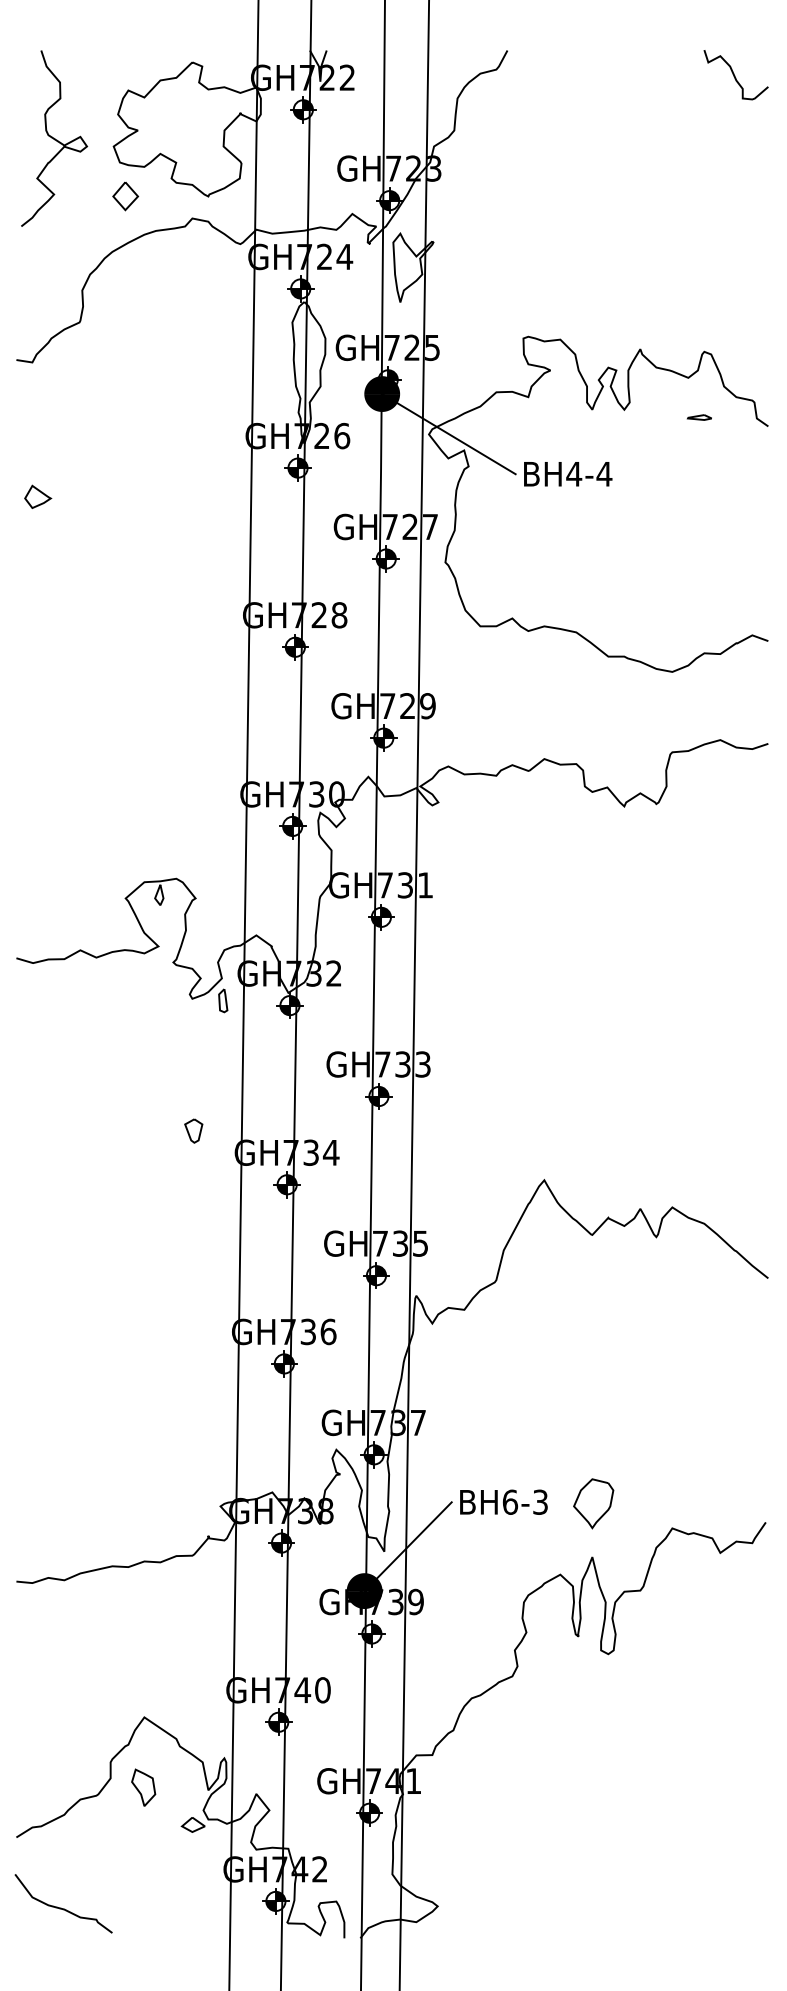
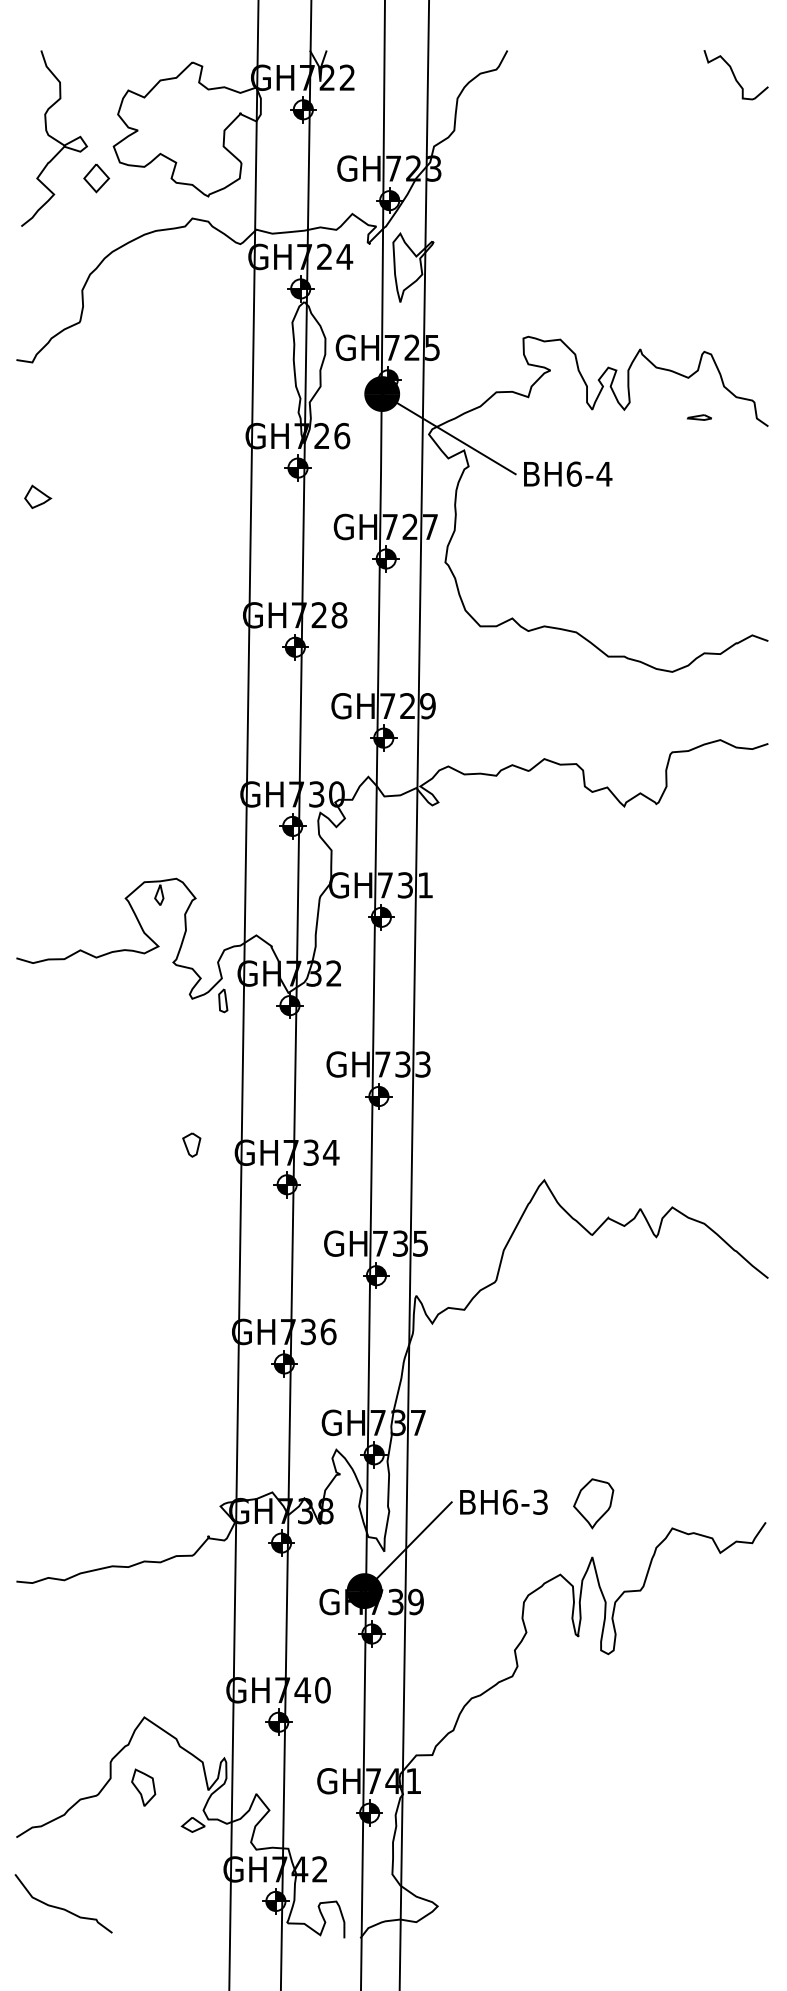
part at (125, 196) position: (125, 196) -> (96, 178)
text at (574, 473): BH4-4 -> BH6-4
part at (193, 1130) position: (193, 1130) -> (191, 1144)
